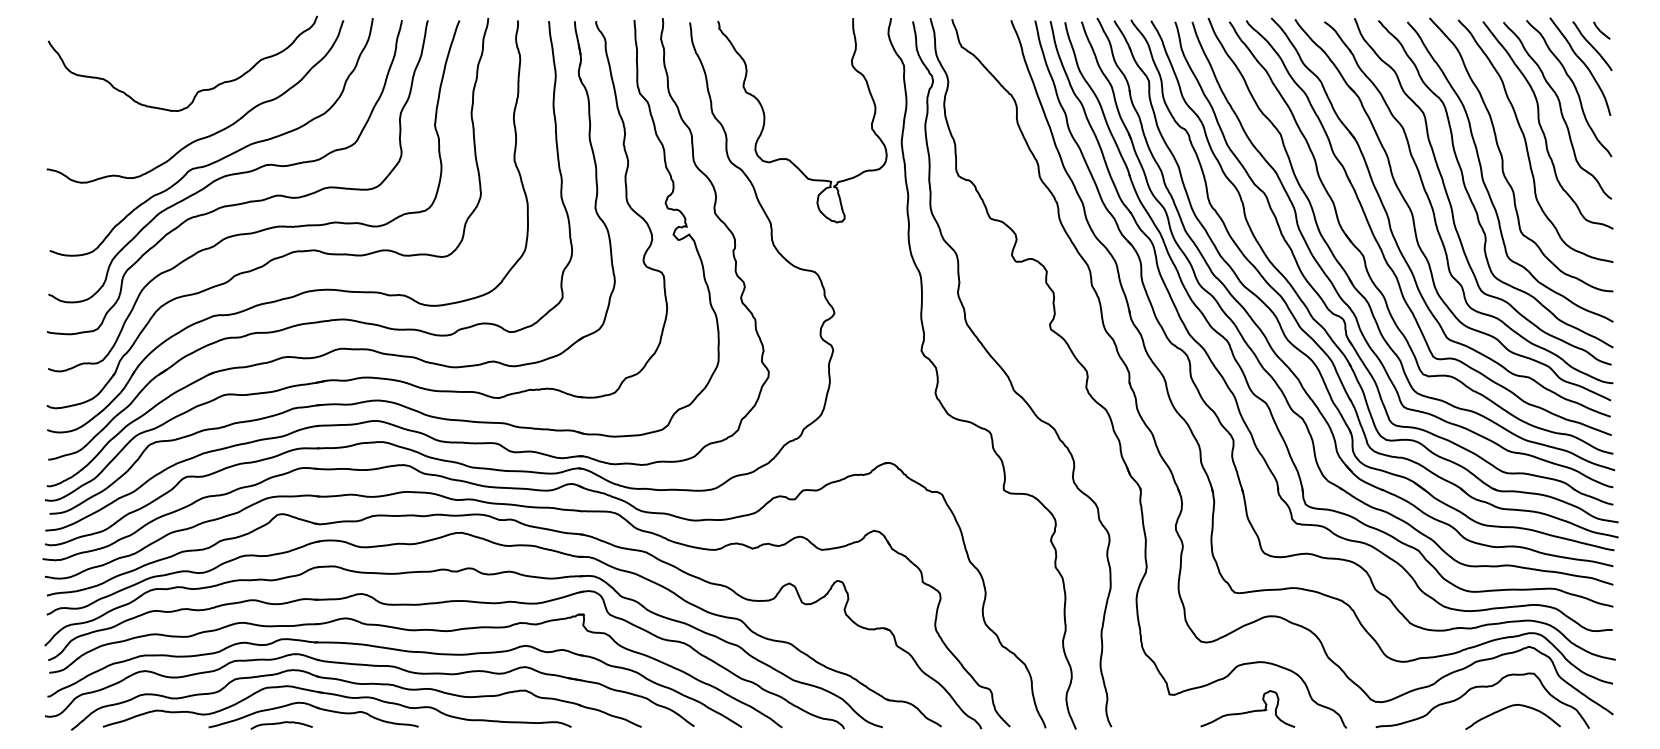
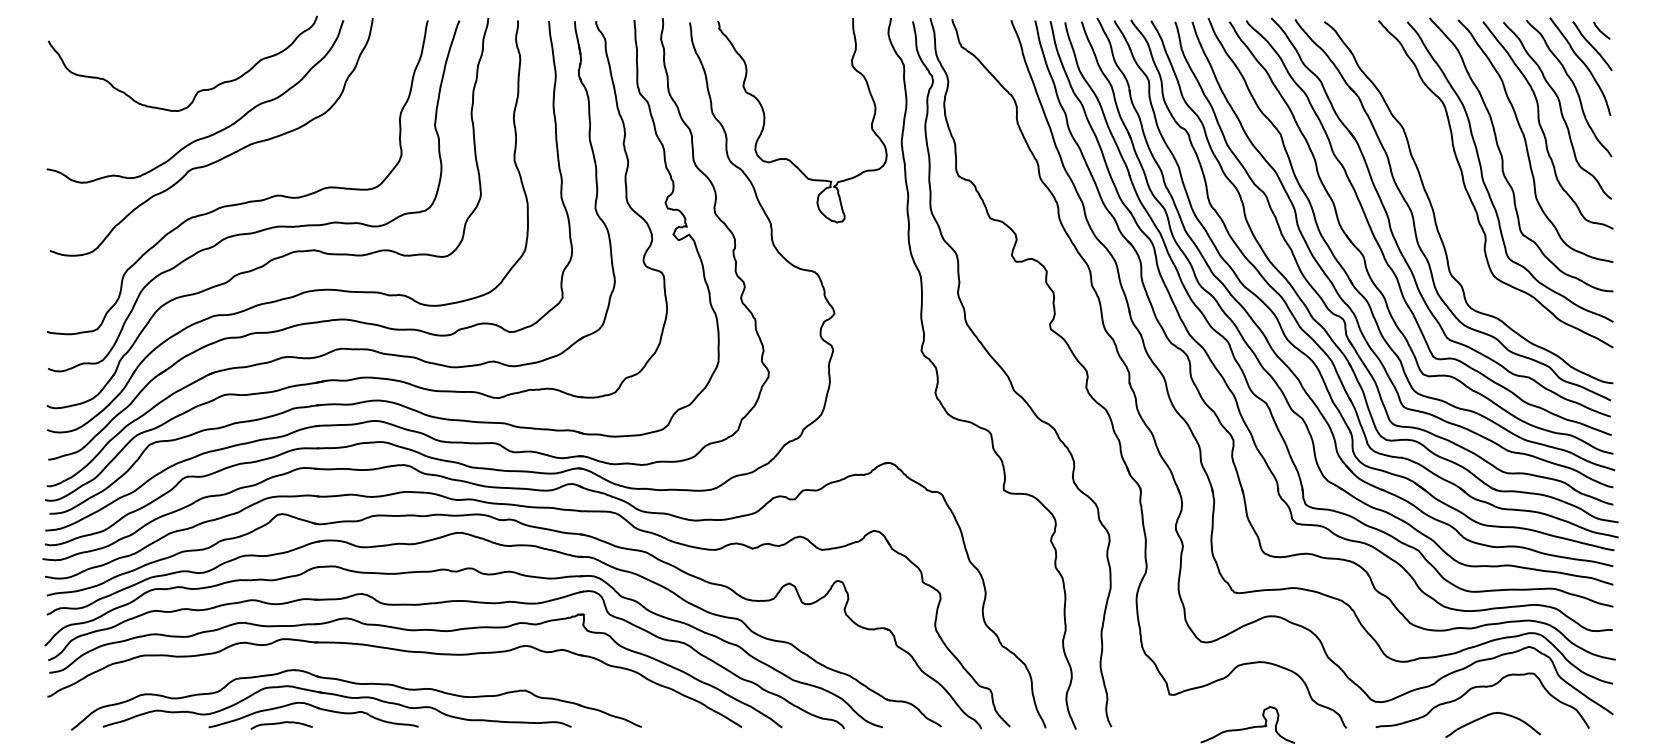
curve at (227, 174): present -> none
curve at (1450, 200): present -> none
part at (369, 666): present -> none
curve at (1510, 707) position: (1510, 707) -> (1490, 715)
curve at (1247, 711) position: (1247, 711) -> (1247, 727)
